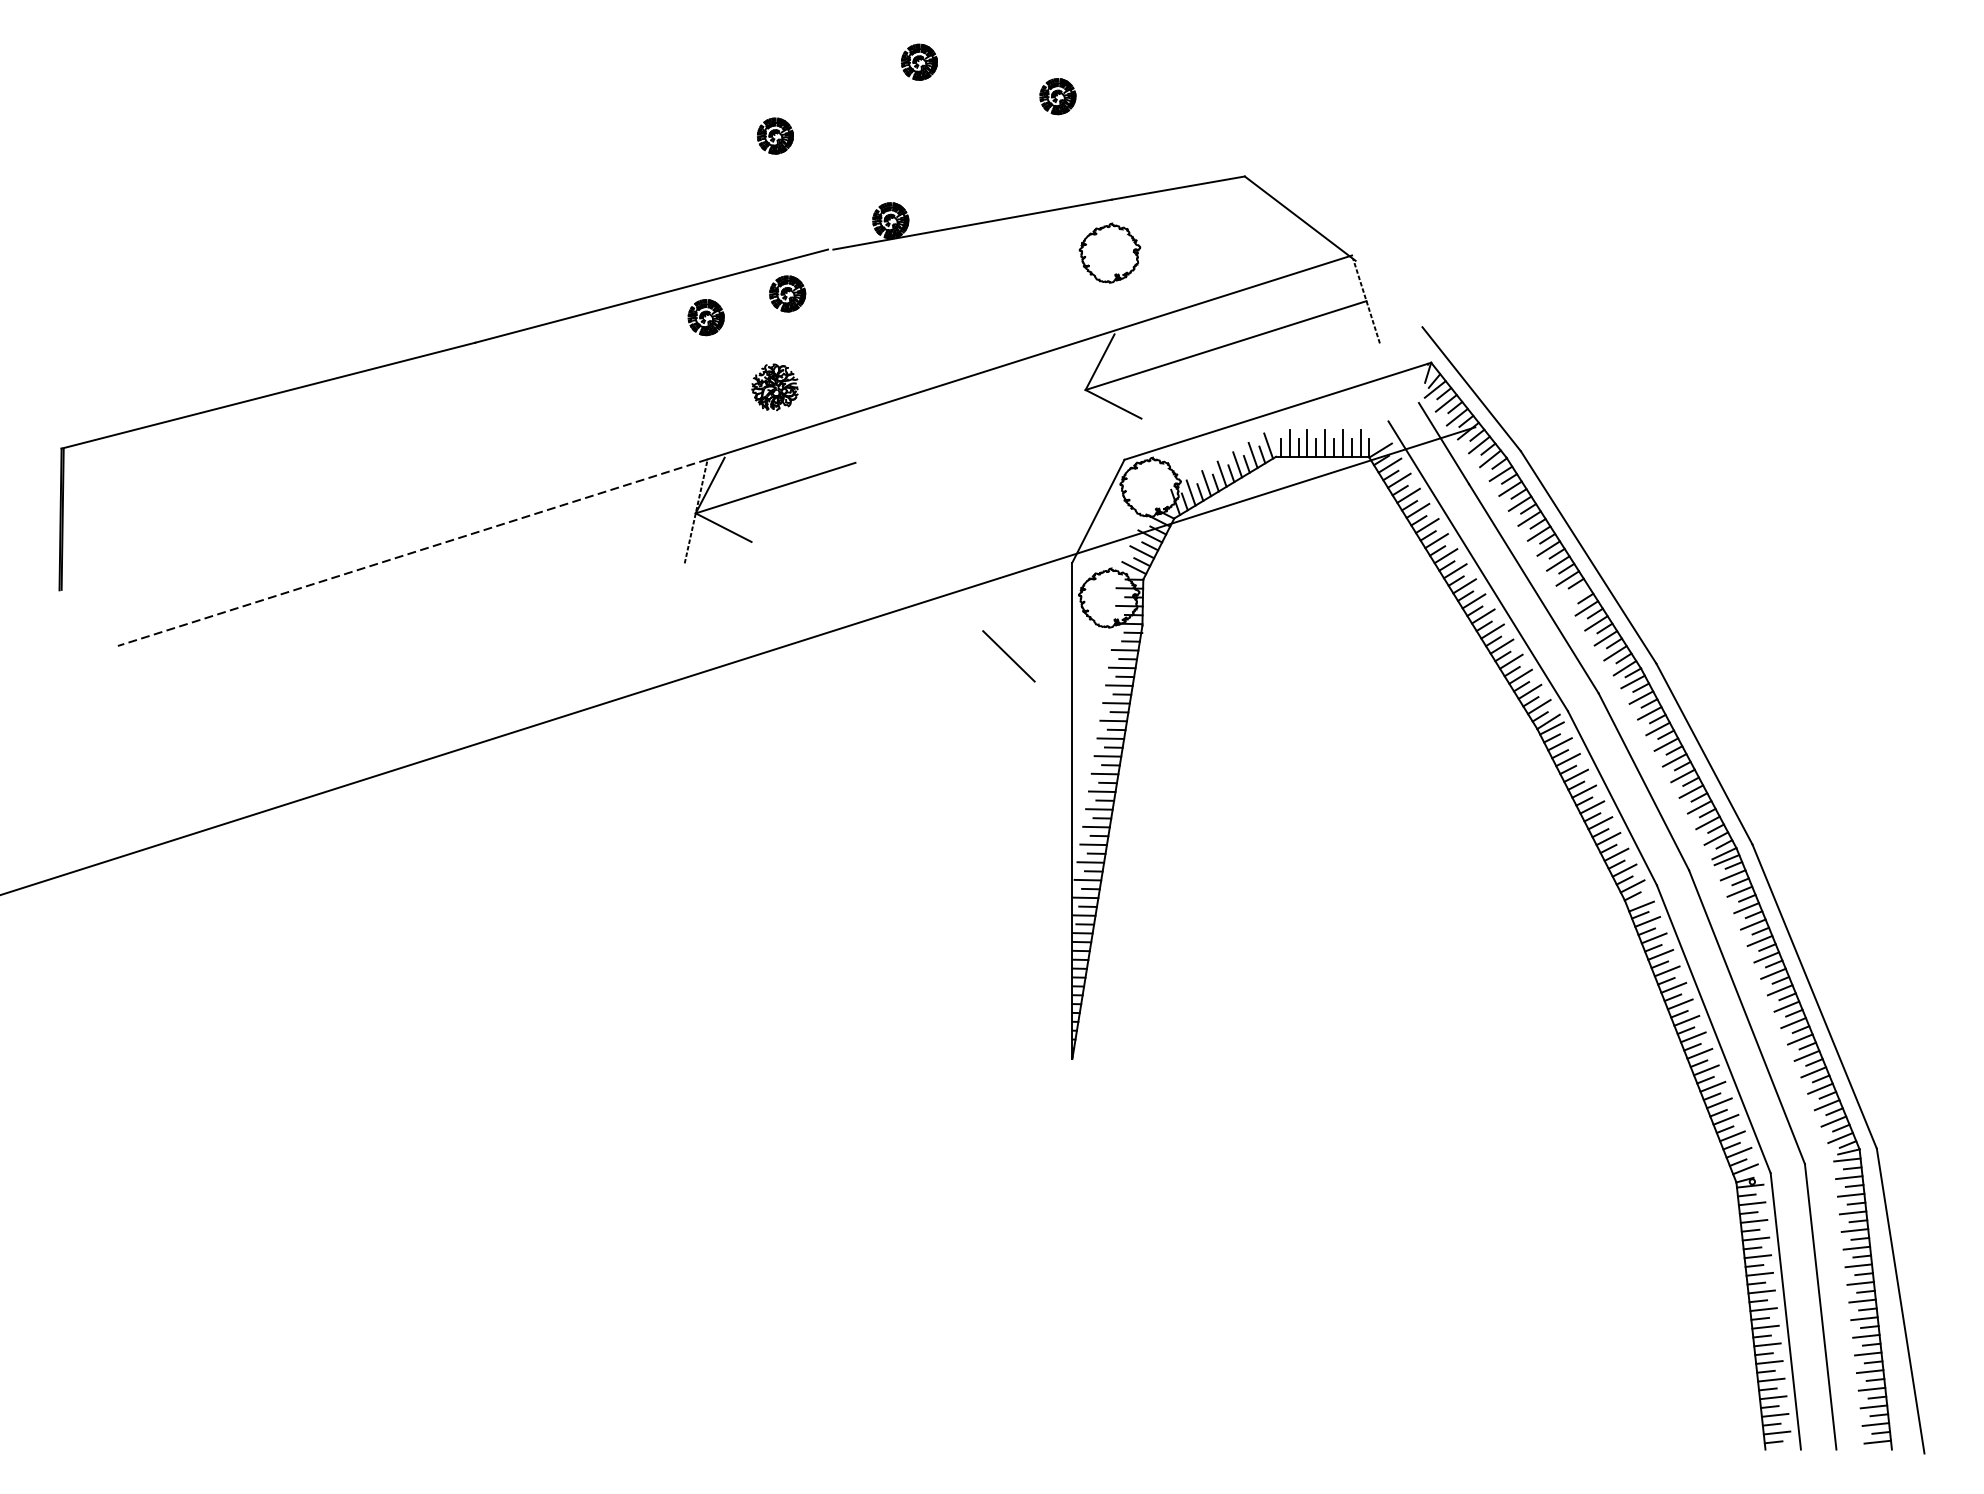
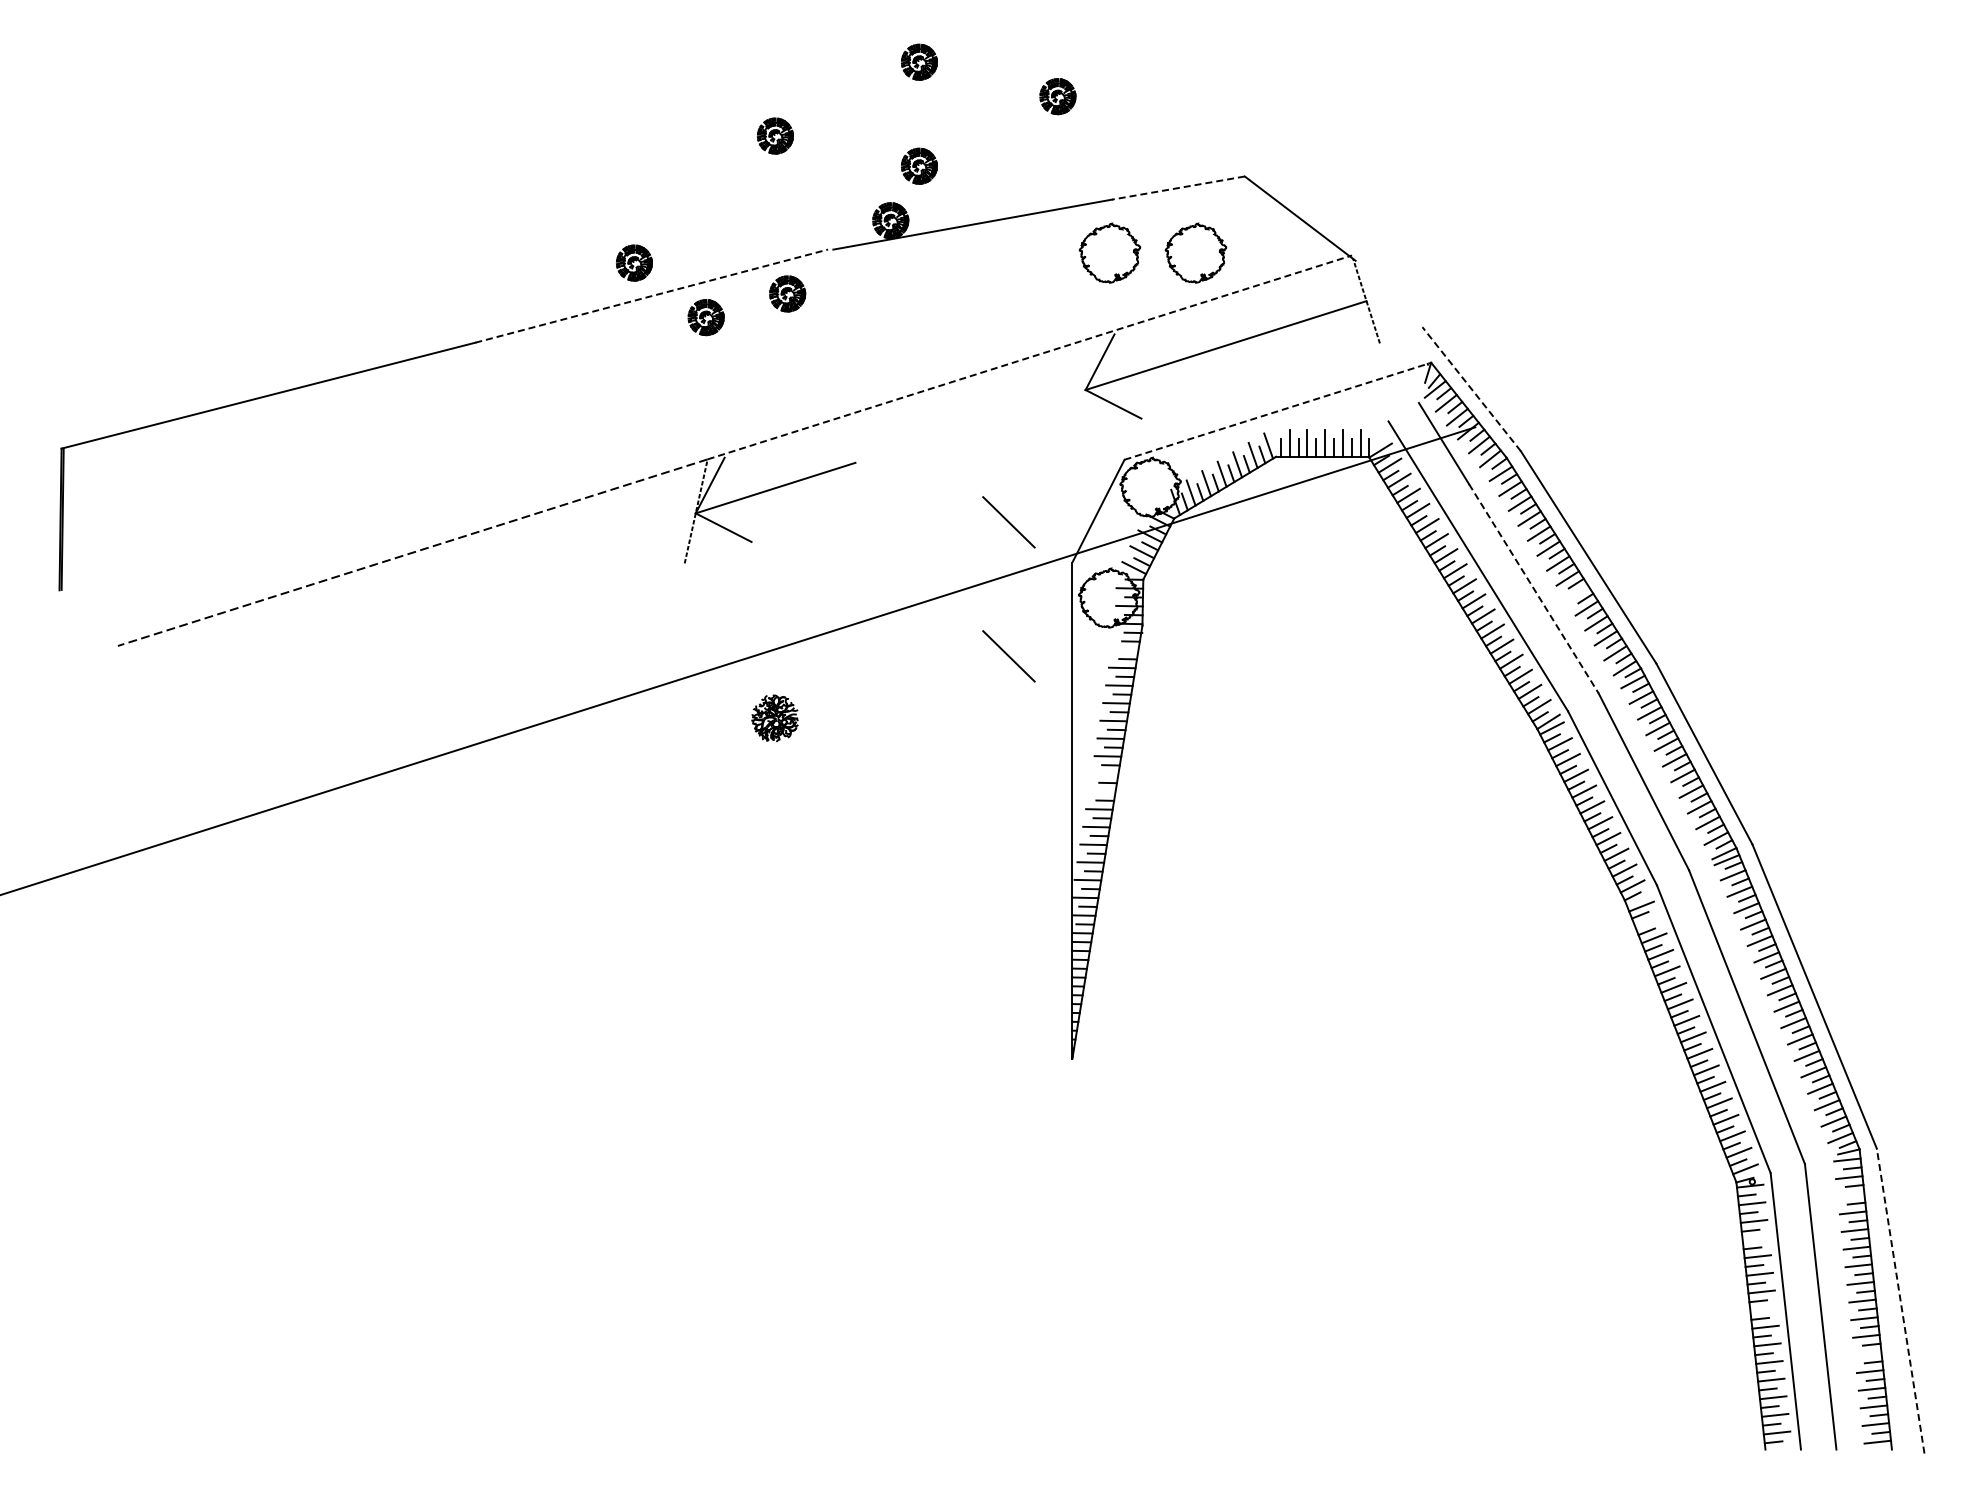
part at (919, 165): none -> present
line at (1177, 188): solid -> dashed
part at (1195, 252): none -> present
part at (634, 262): none -> present
line at (652, 296): solid -> dashed
line at (1029, 357): solid -> dashed
part at (774, 386) position: (774, 386) -> (774, 717)
line at (1471, 388): solid -> dashed
line at (1277, 411): solid -> dashed
line at (1008, 522): none -> present
line at (1534, 589): solid -> dashed
line at (1124, 650): present -> none
line at (1104, 773): present -> none
line at (1101, 791): present -> none
line at (1647, 921): present -> none
line at (1850, 1194): present -> none
line at (1755, 1238): present -> none
line at (1900, 1300): solid -> dashed
line at (1763, 1309): present -> none
line at (1868, 1353): present -> none
